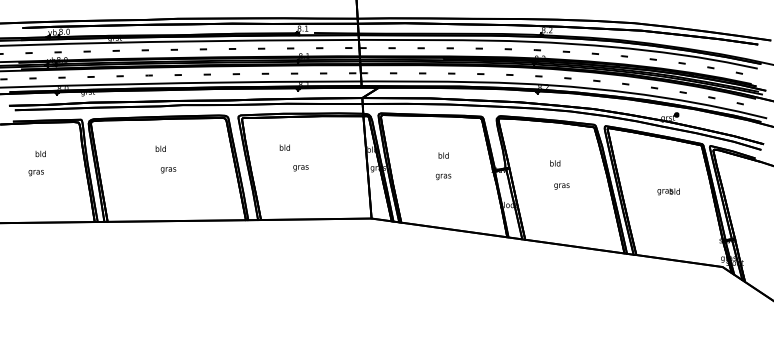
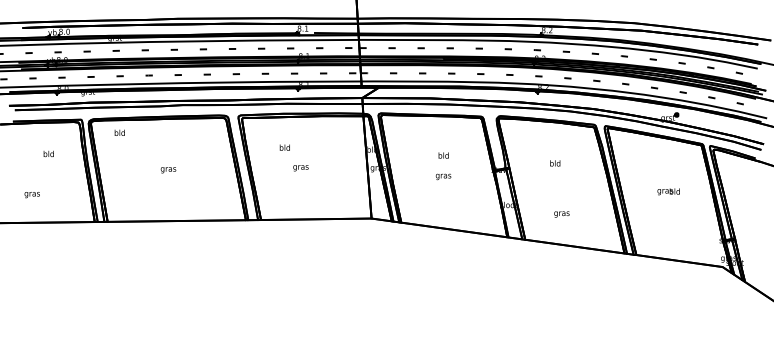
text at (160, 148) position: (160, 148) -> (119, 132)
text at (40, 153) position: (40, 153) -> (48, 153)
text at (35, 173) position: (35, 173) -> (31, 195)
text at (561, 186) position: (561, 186) -> (561, 214)
